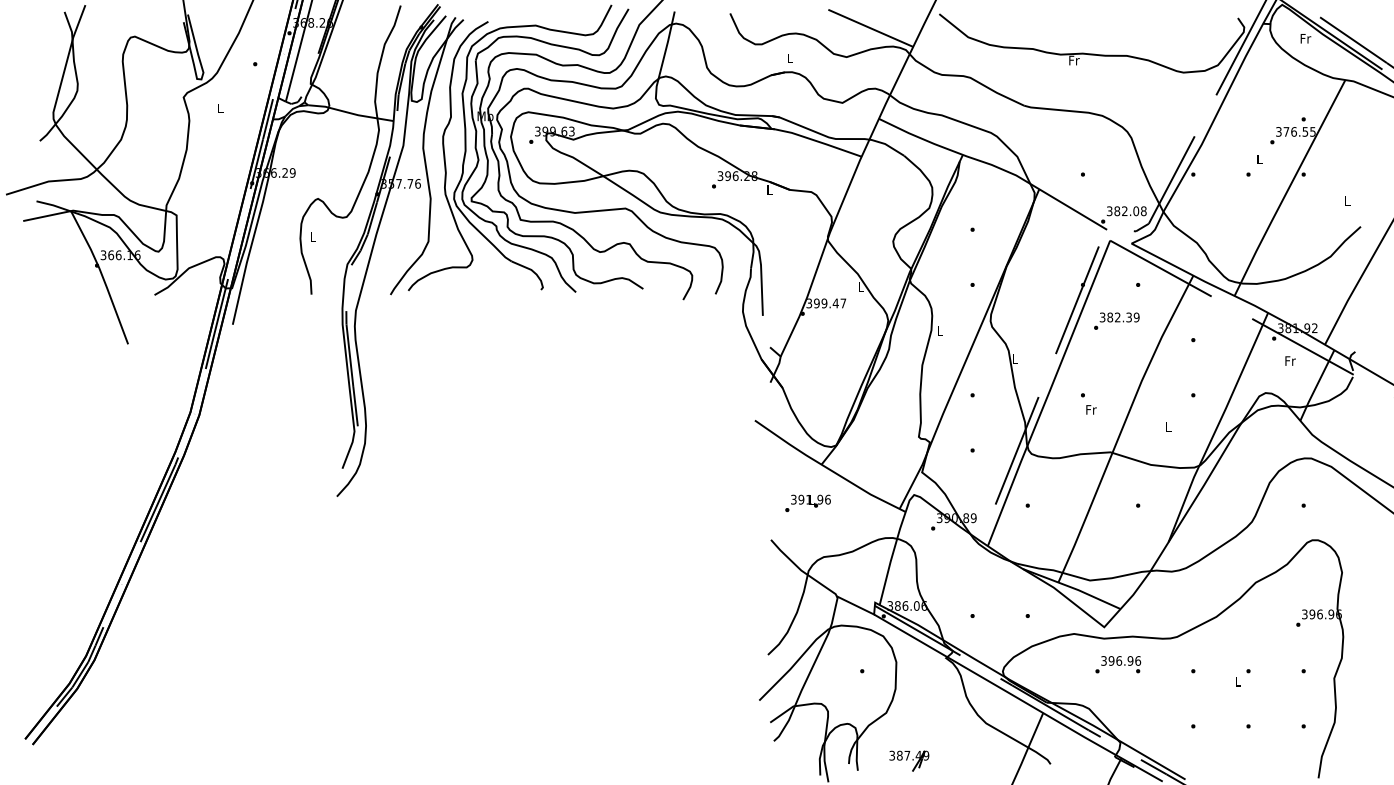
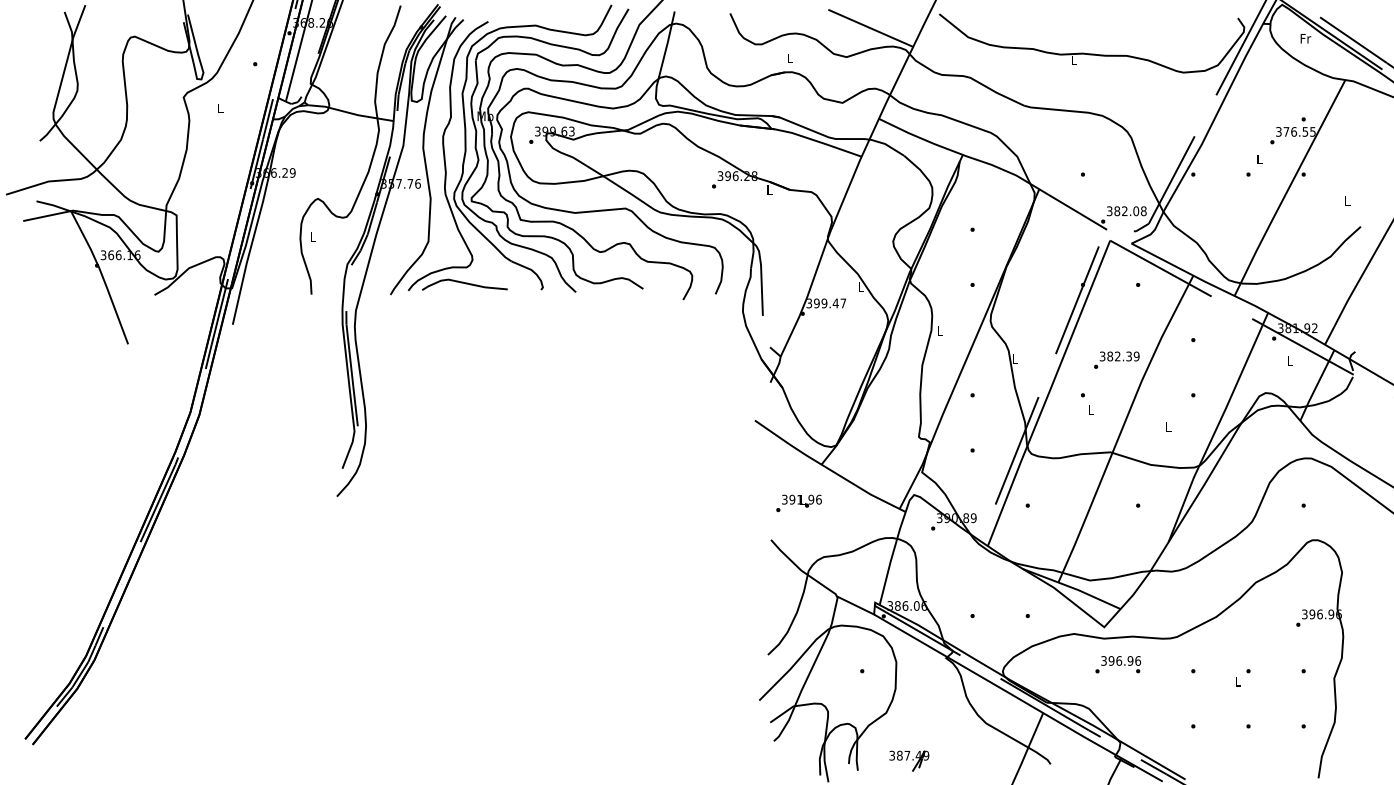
text at (1074, 60): Fr -> L
curve at (464, 283): none -> present
text at (1116, 320) position: (1116, 320) -> (1116, 359)
text at (1290, 360): Fr -> L
text at (1091, 409): Fr -> L
text at (807, 502) position: (807, 502) -> (798, 502)
